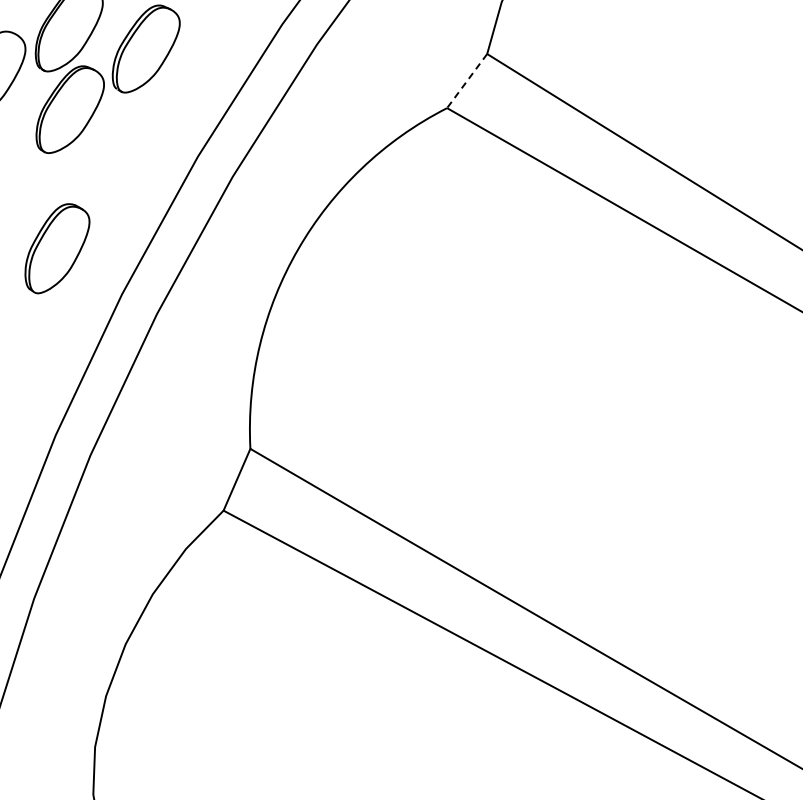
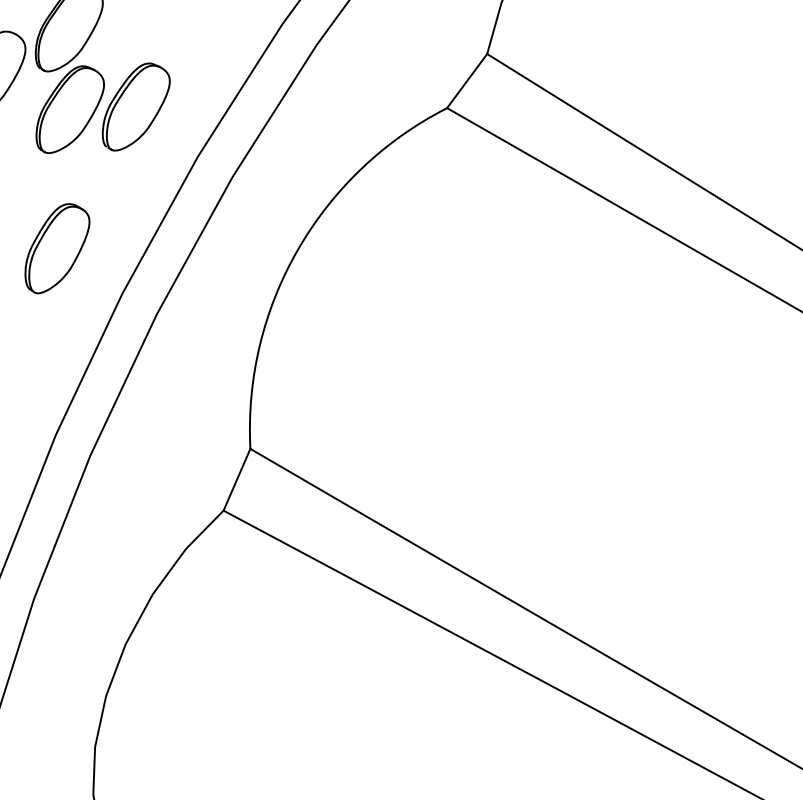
part at (145, 48) position: (145, 48) -> (135, 106)
line at (467, 81): dashed -> solid
